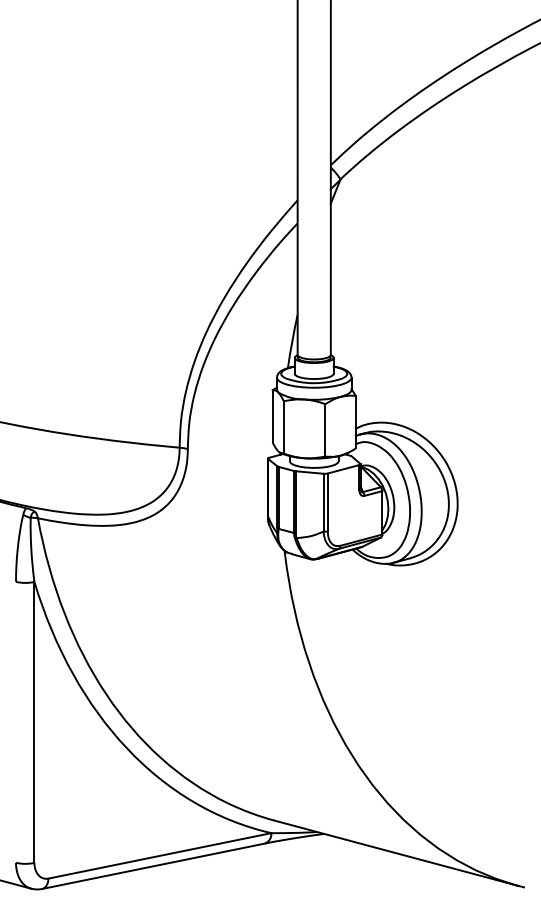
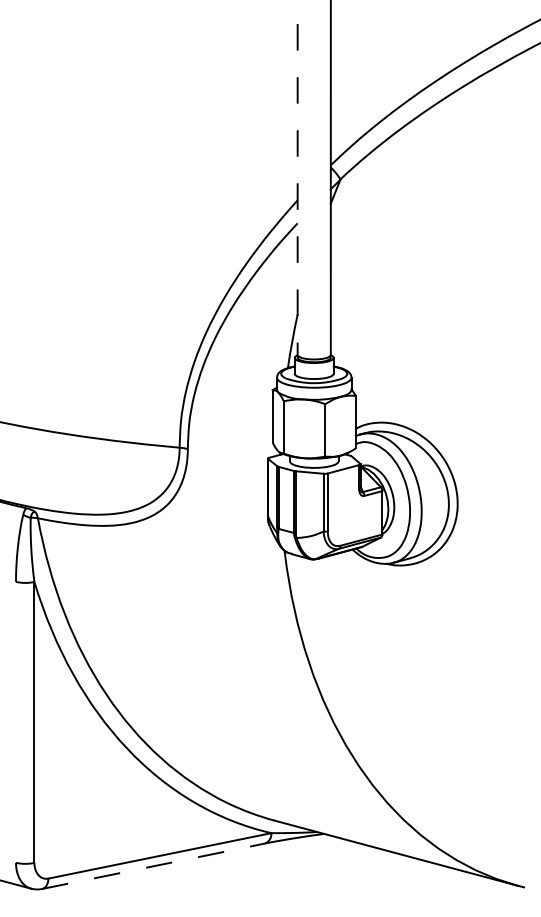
line at (297, 178): solid -> dashed
line at (153, 866): solid -> dashed
